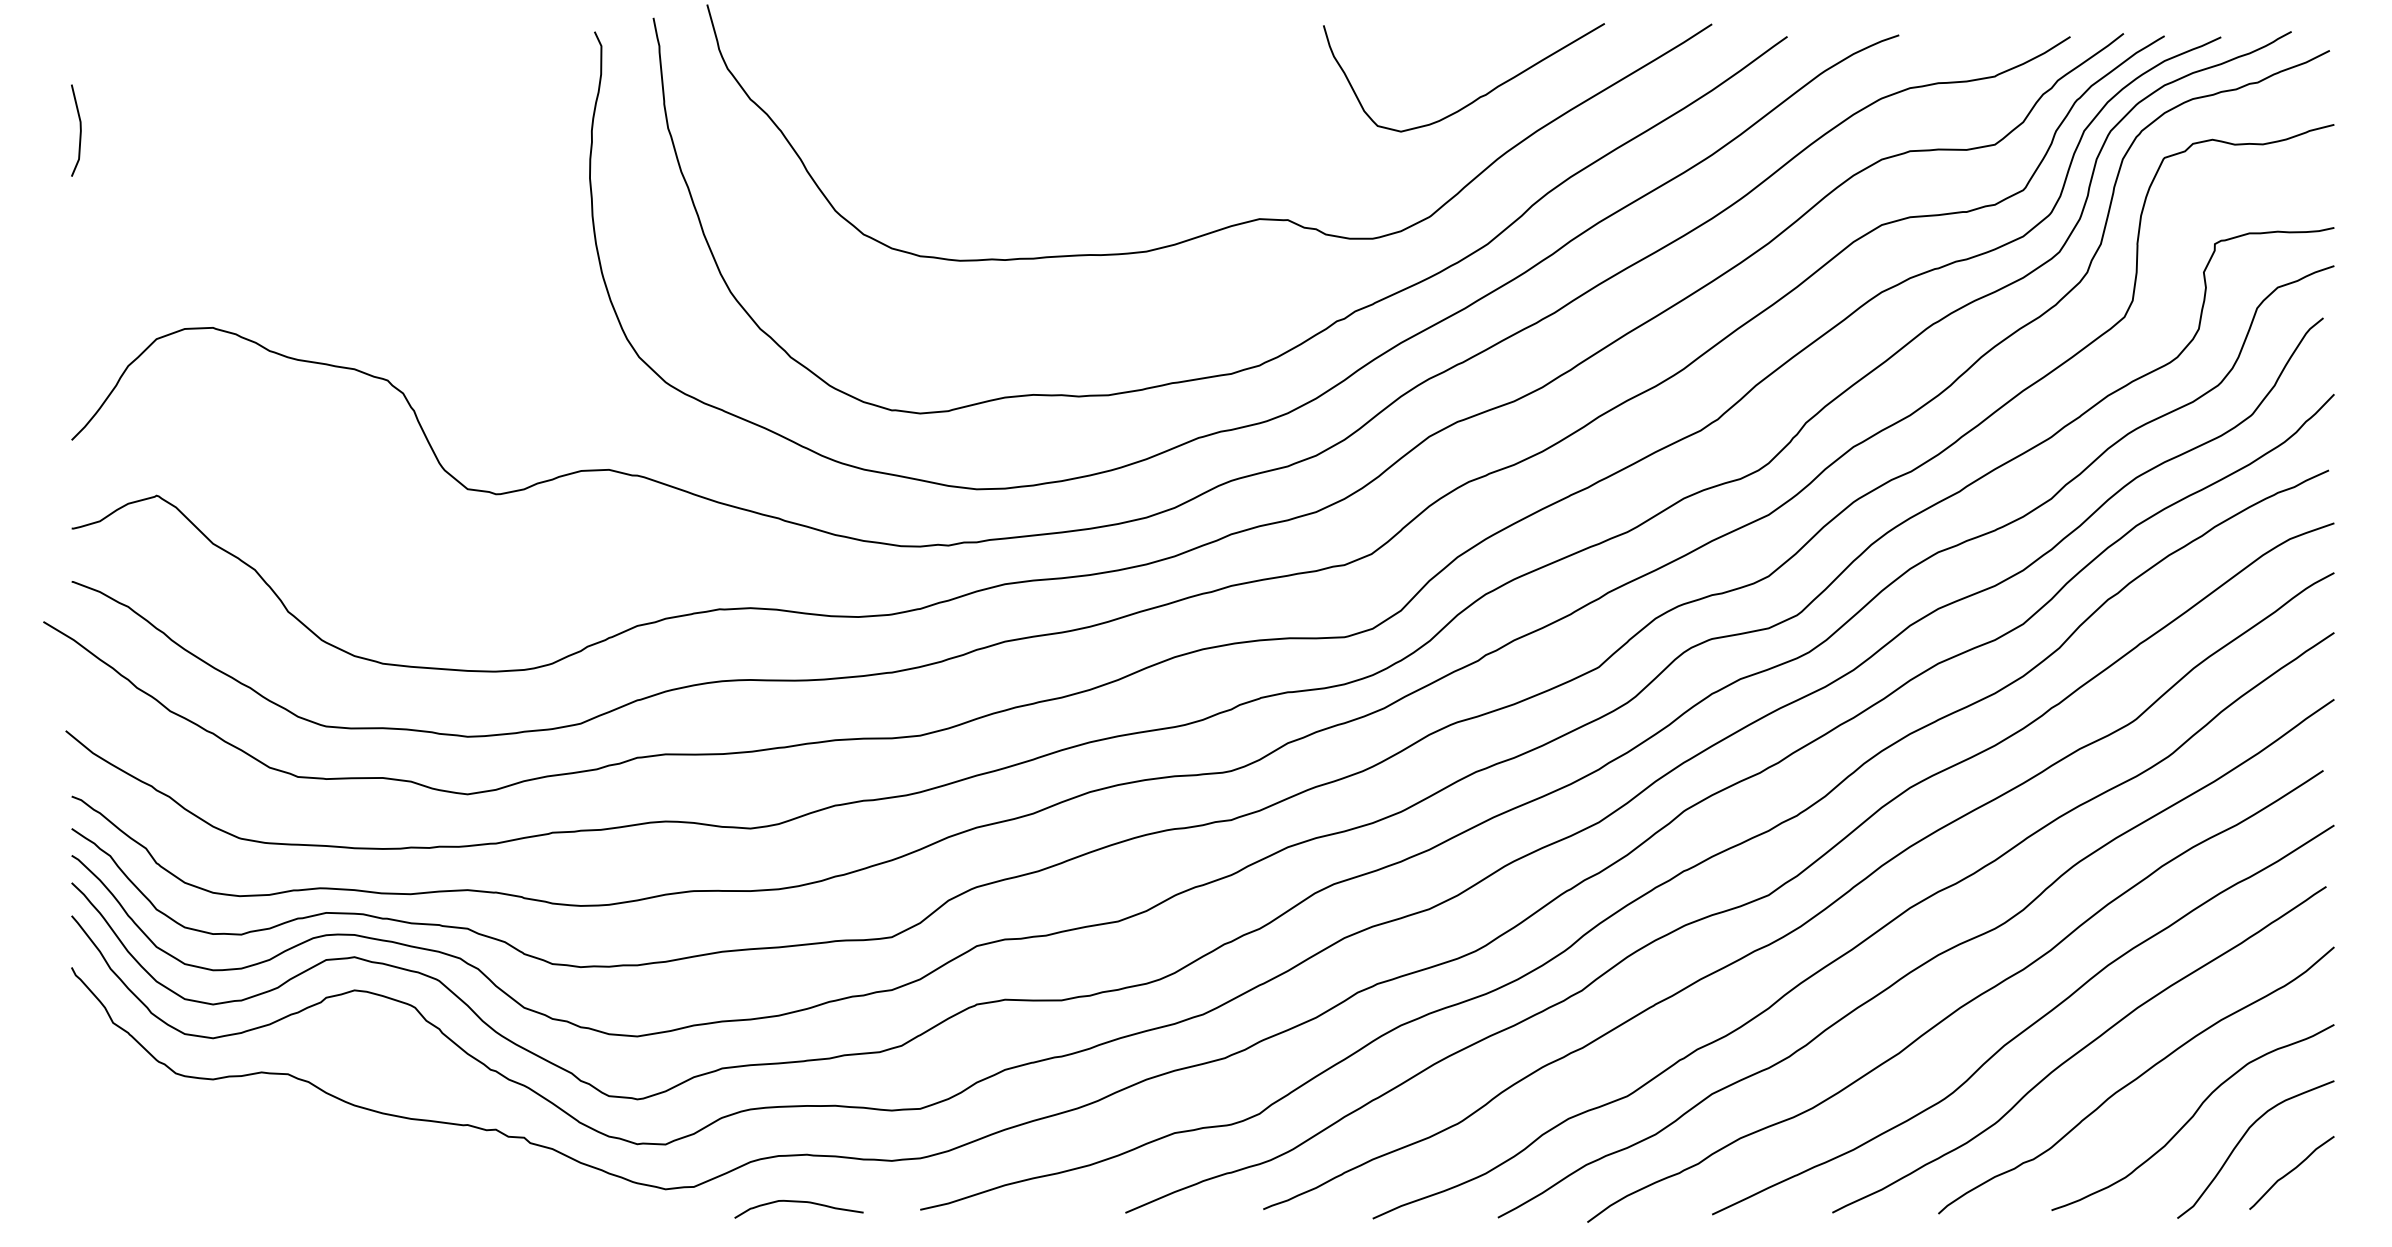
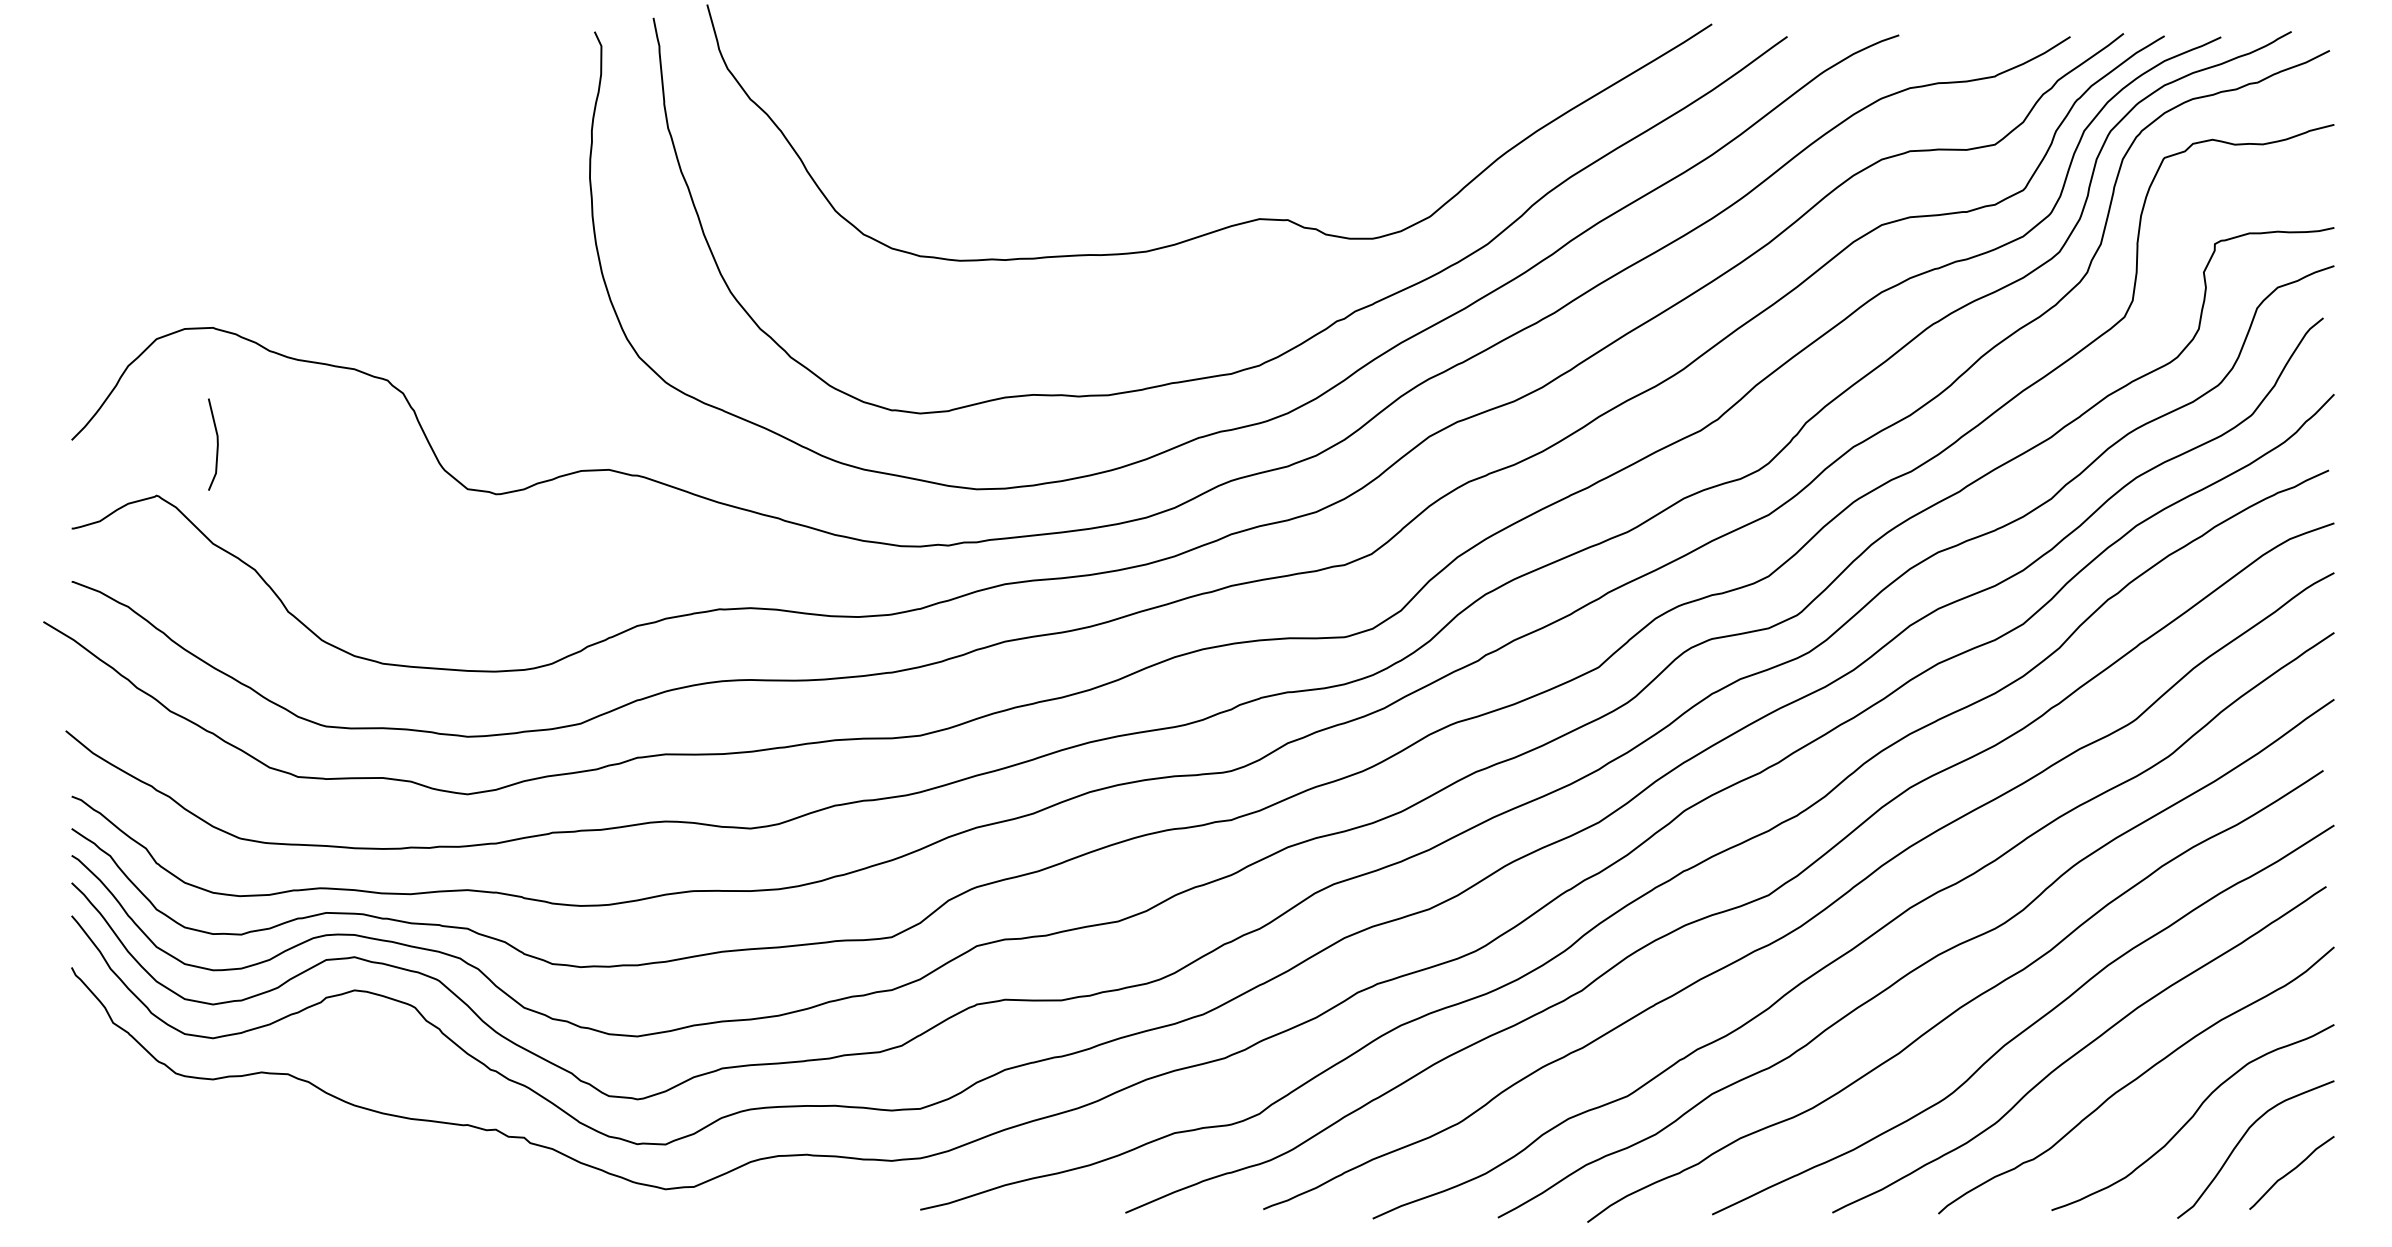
curve at (1476, 98): present -> none
line at (79, 128) position: (79, 128) -> (216, 442)
curve at (798, 1202): present -> none
